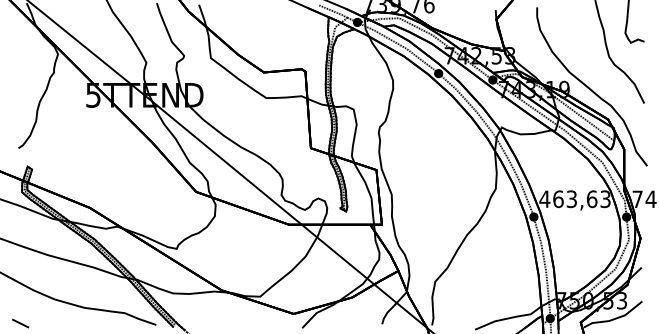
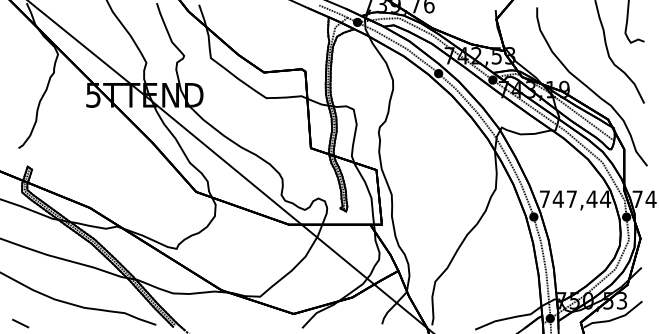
text at (575, 199): 463,63 -> 747,44
